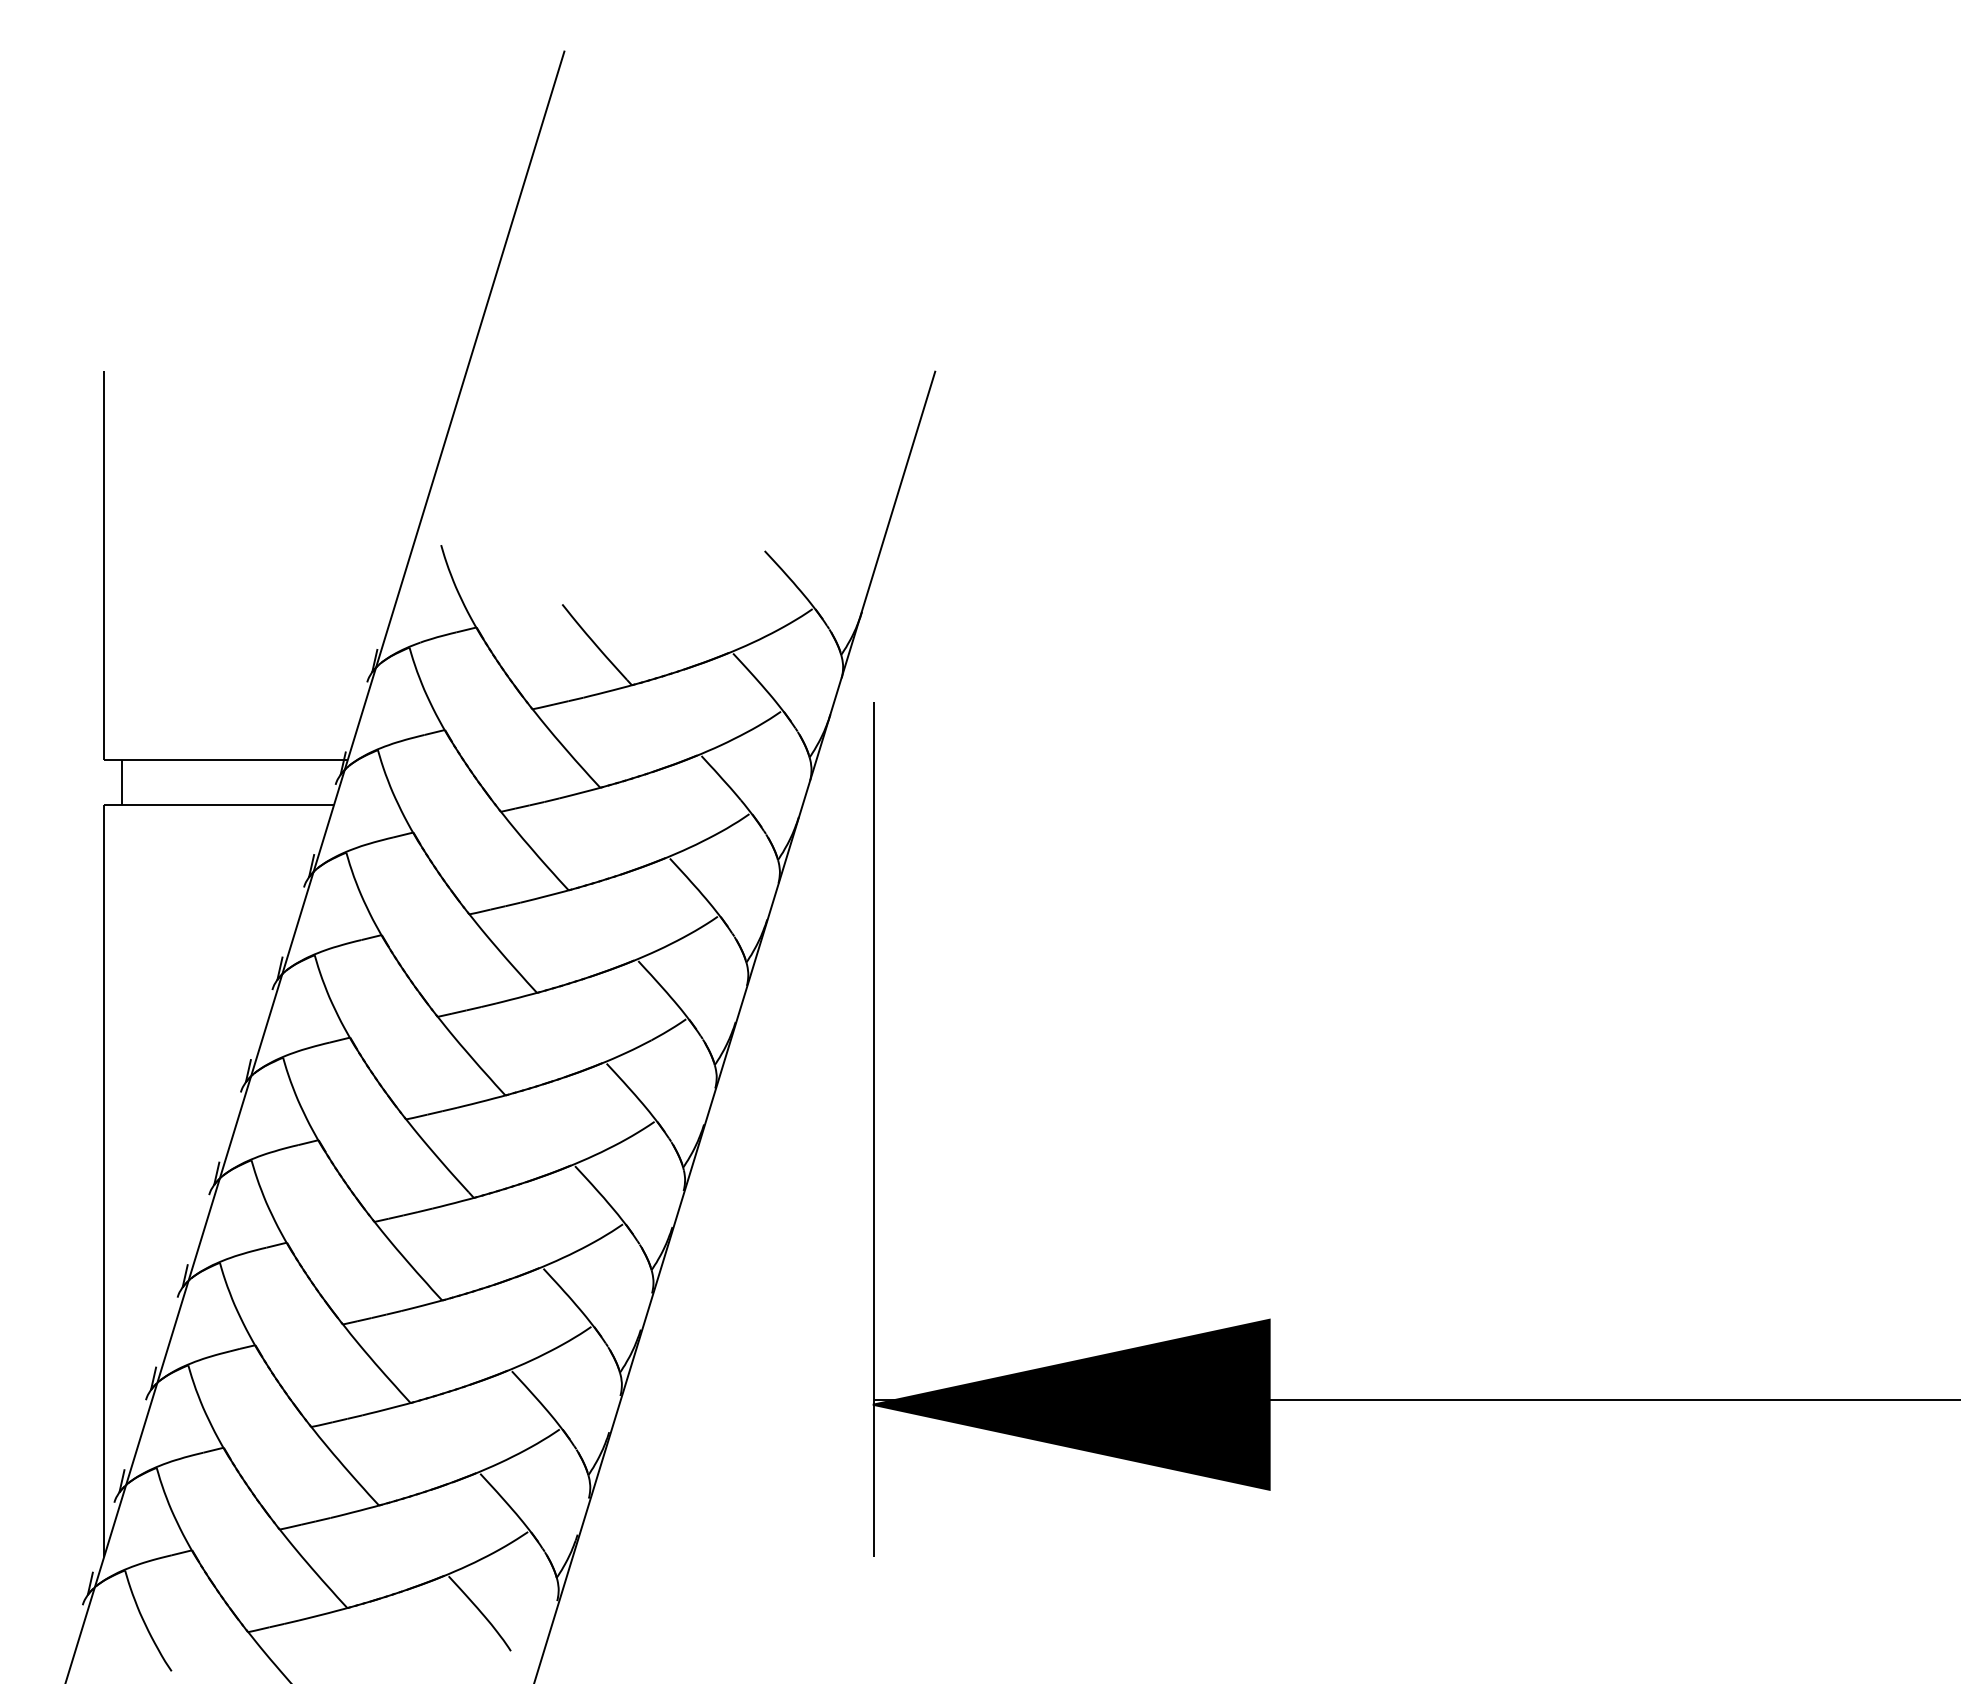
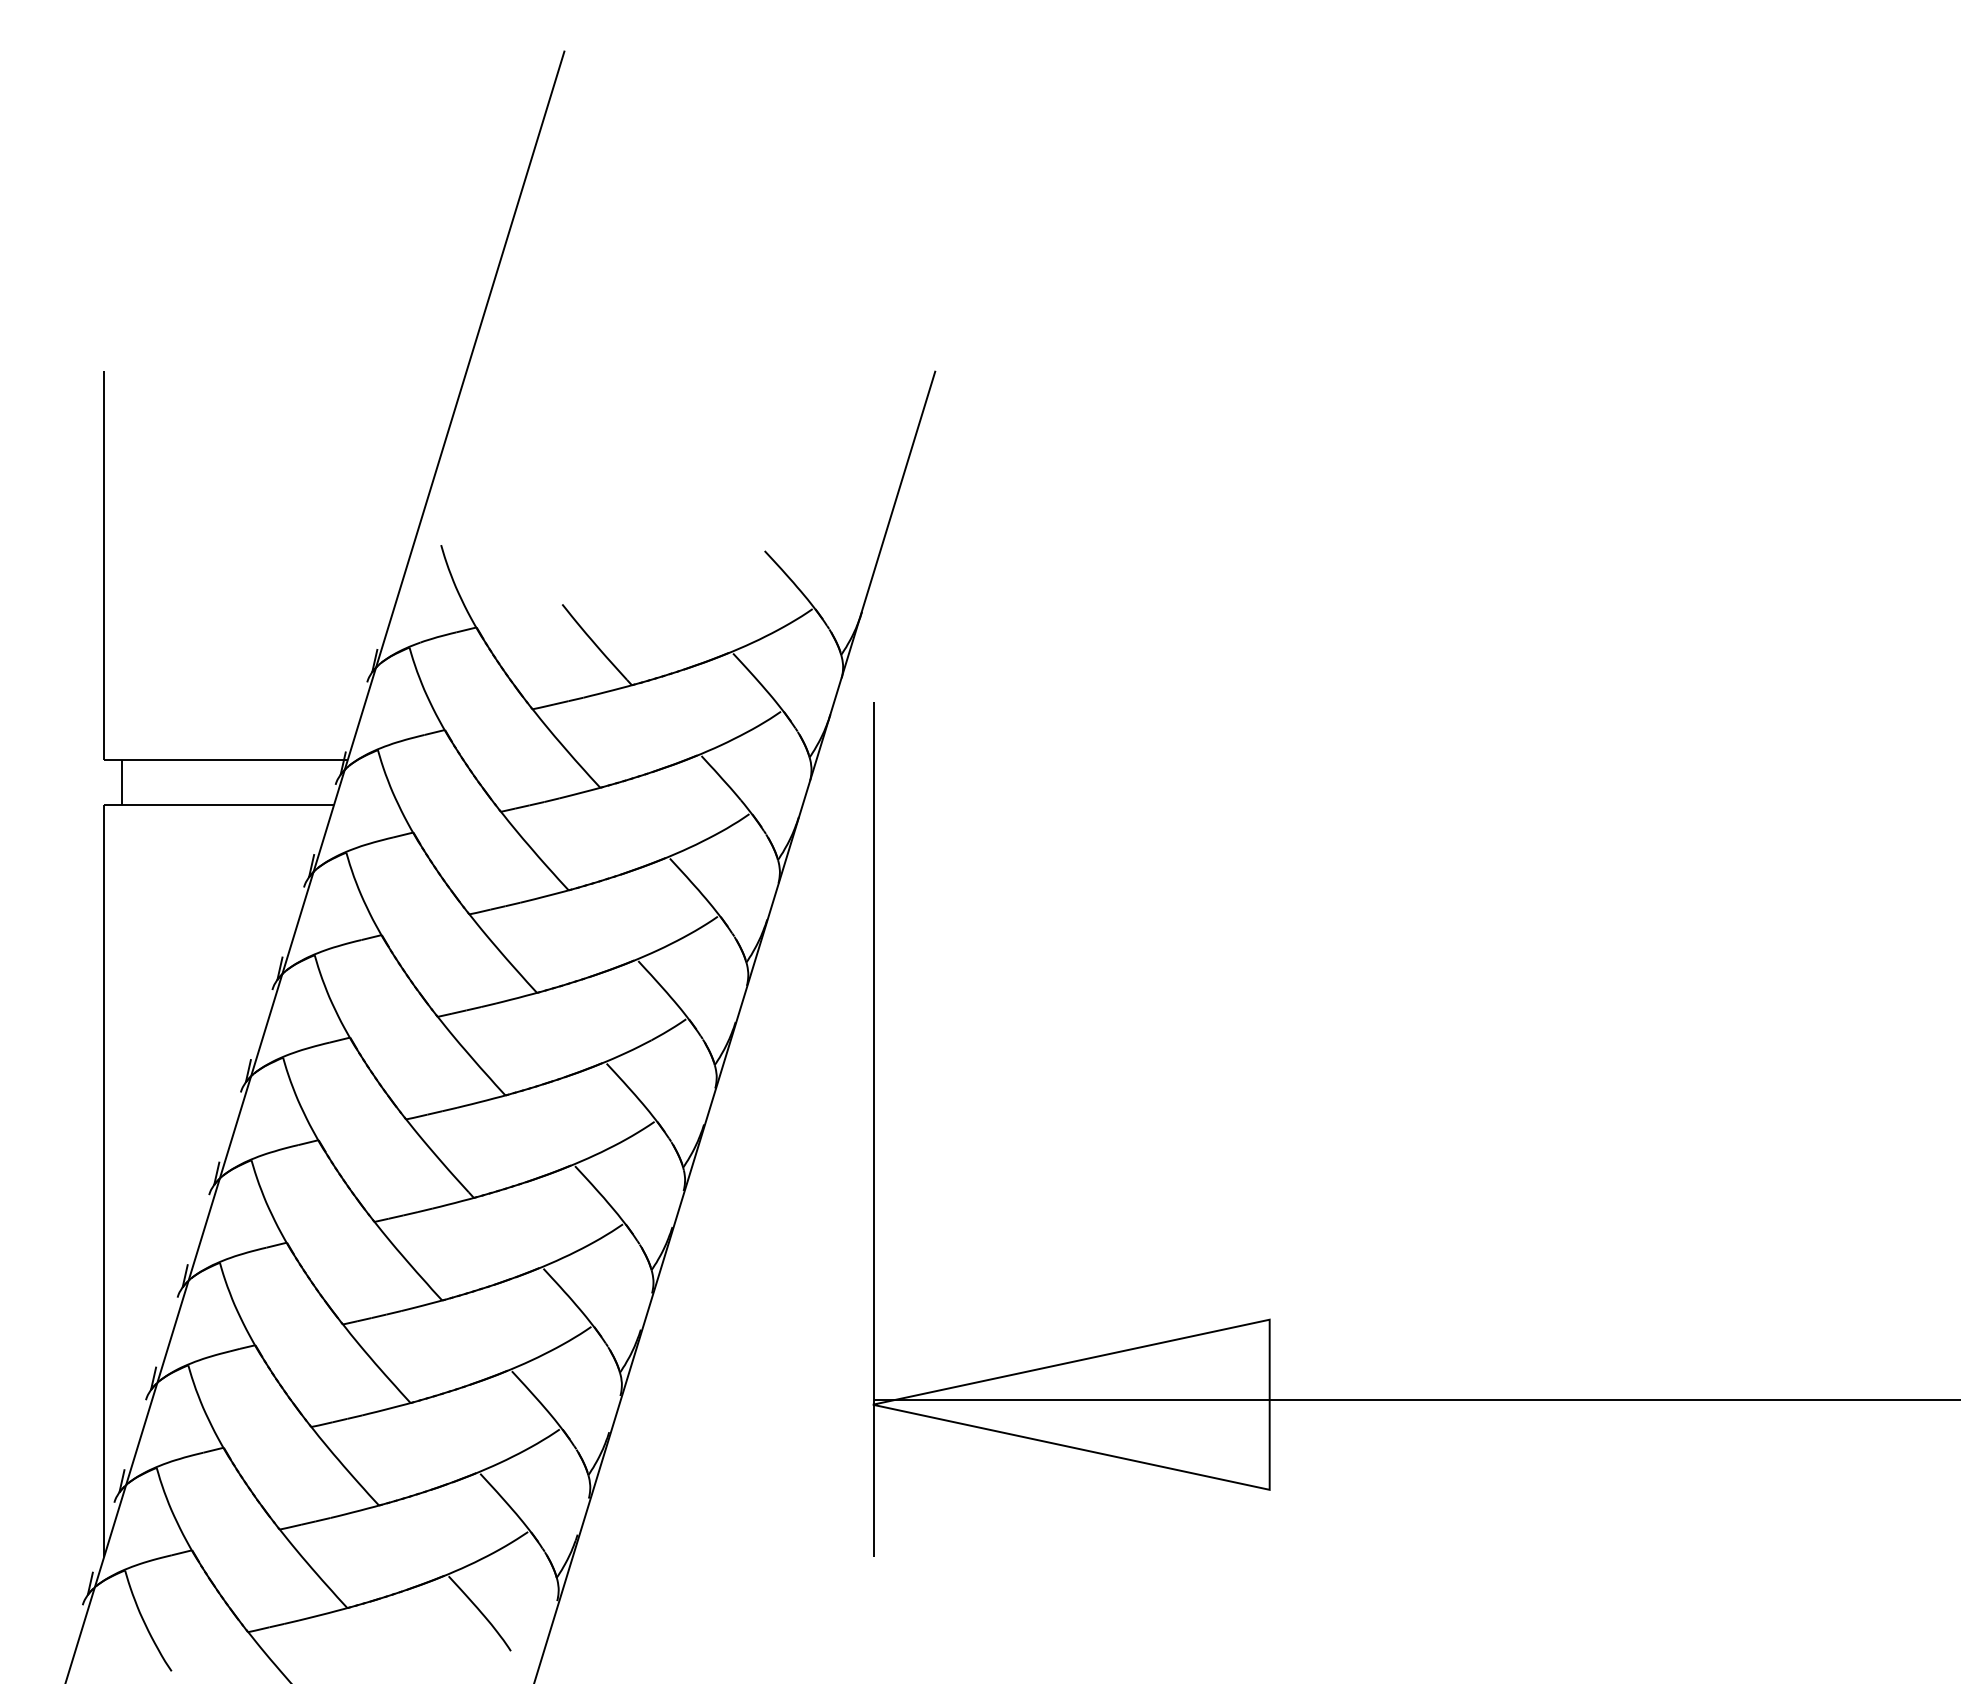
fill at (1070, 1404): present -> none
